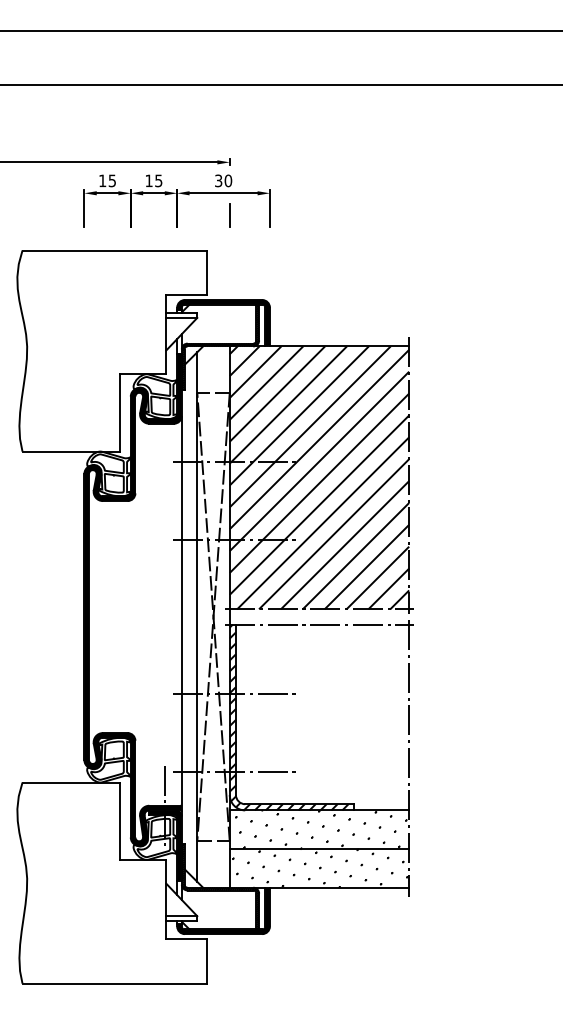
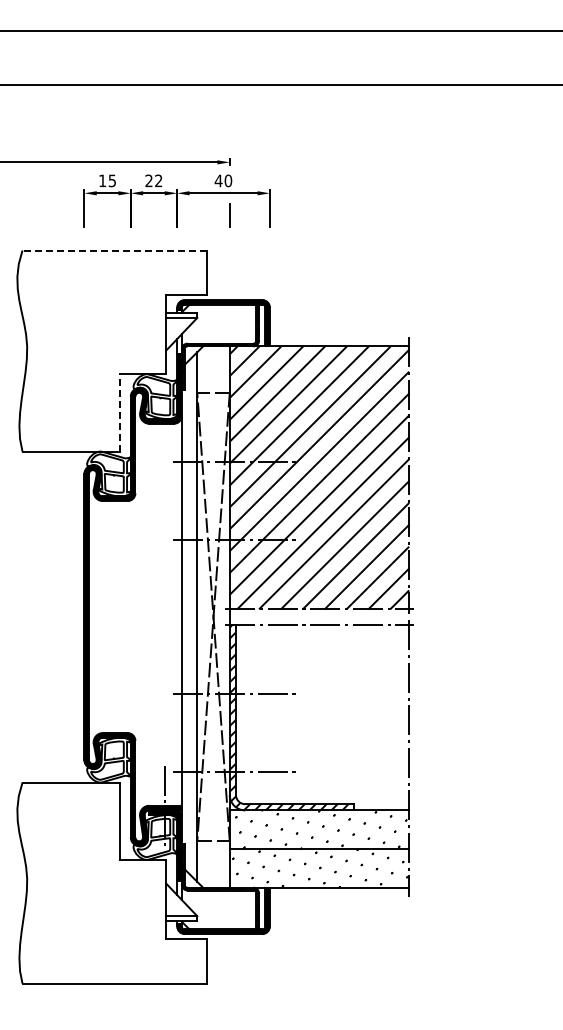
text at (153, 180): 15 -> 22
text at (218, 180): 30 -> 40
line at (114, 250): solid -> dashed
line at (119, 412): solid -> dashed
